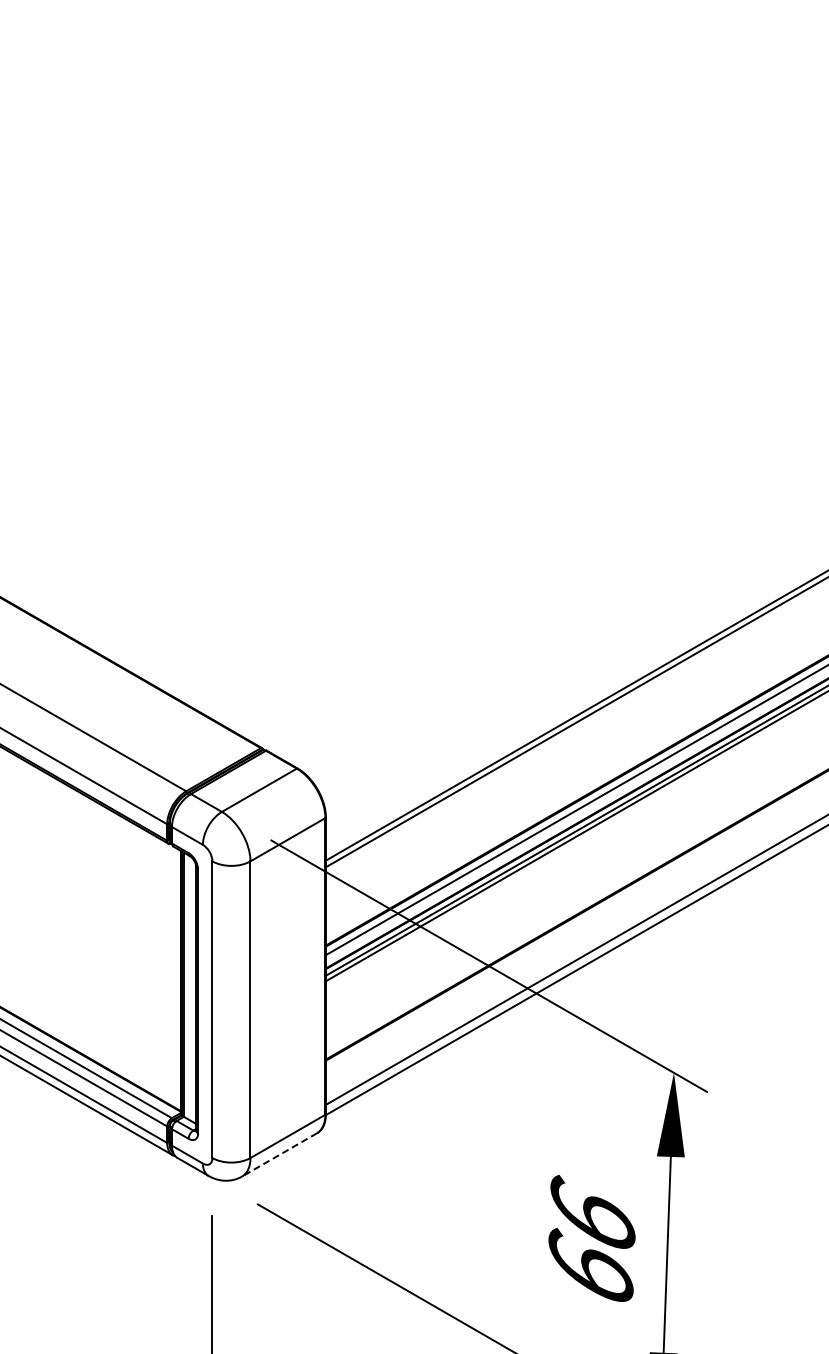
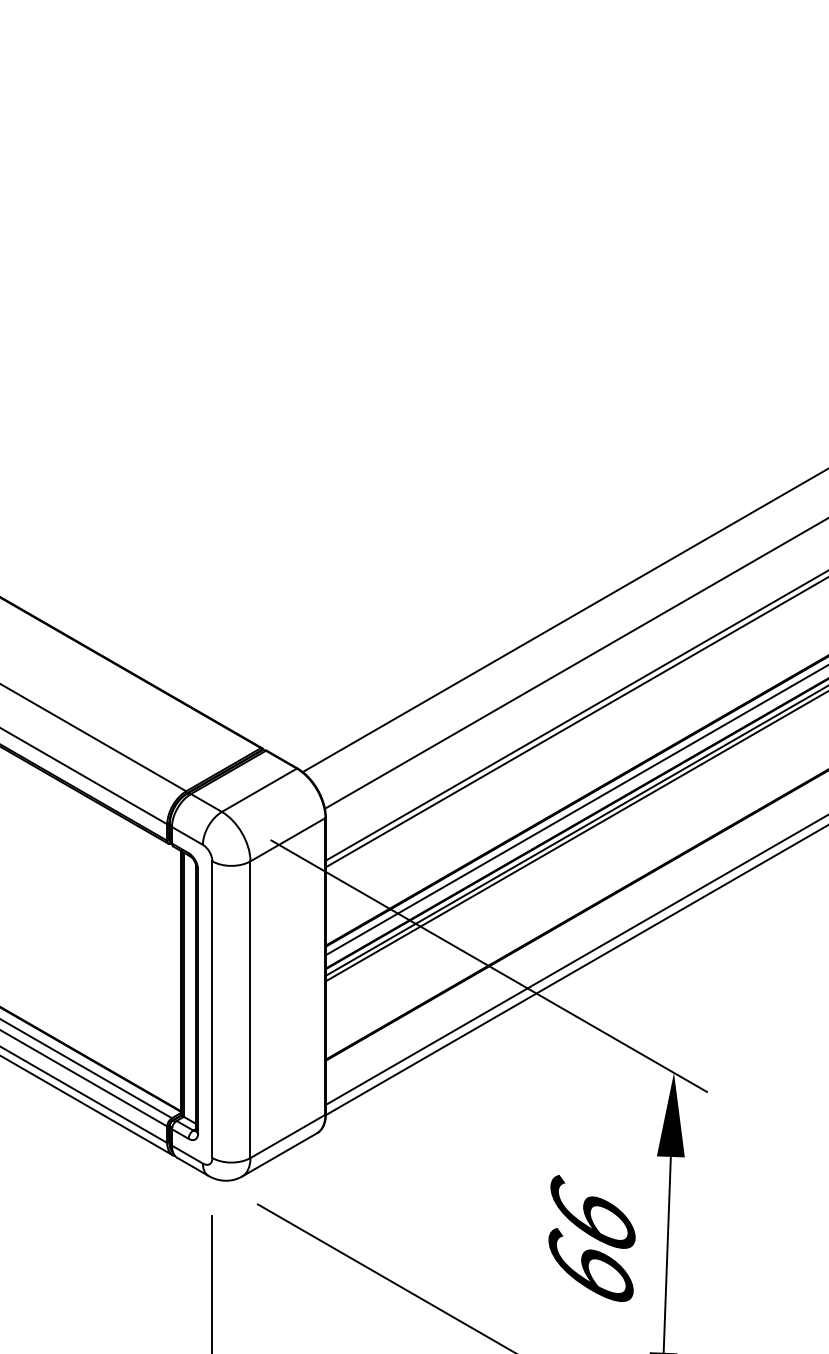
line at (563, 621): none -> present
line at (575, 663): none -> present
line at (279, 1155): dashed -> solid
